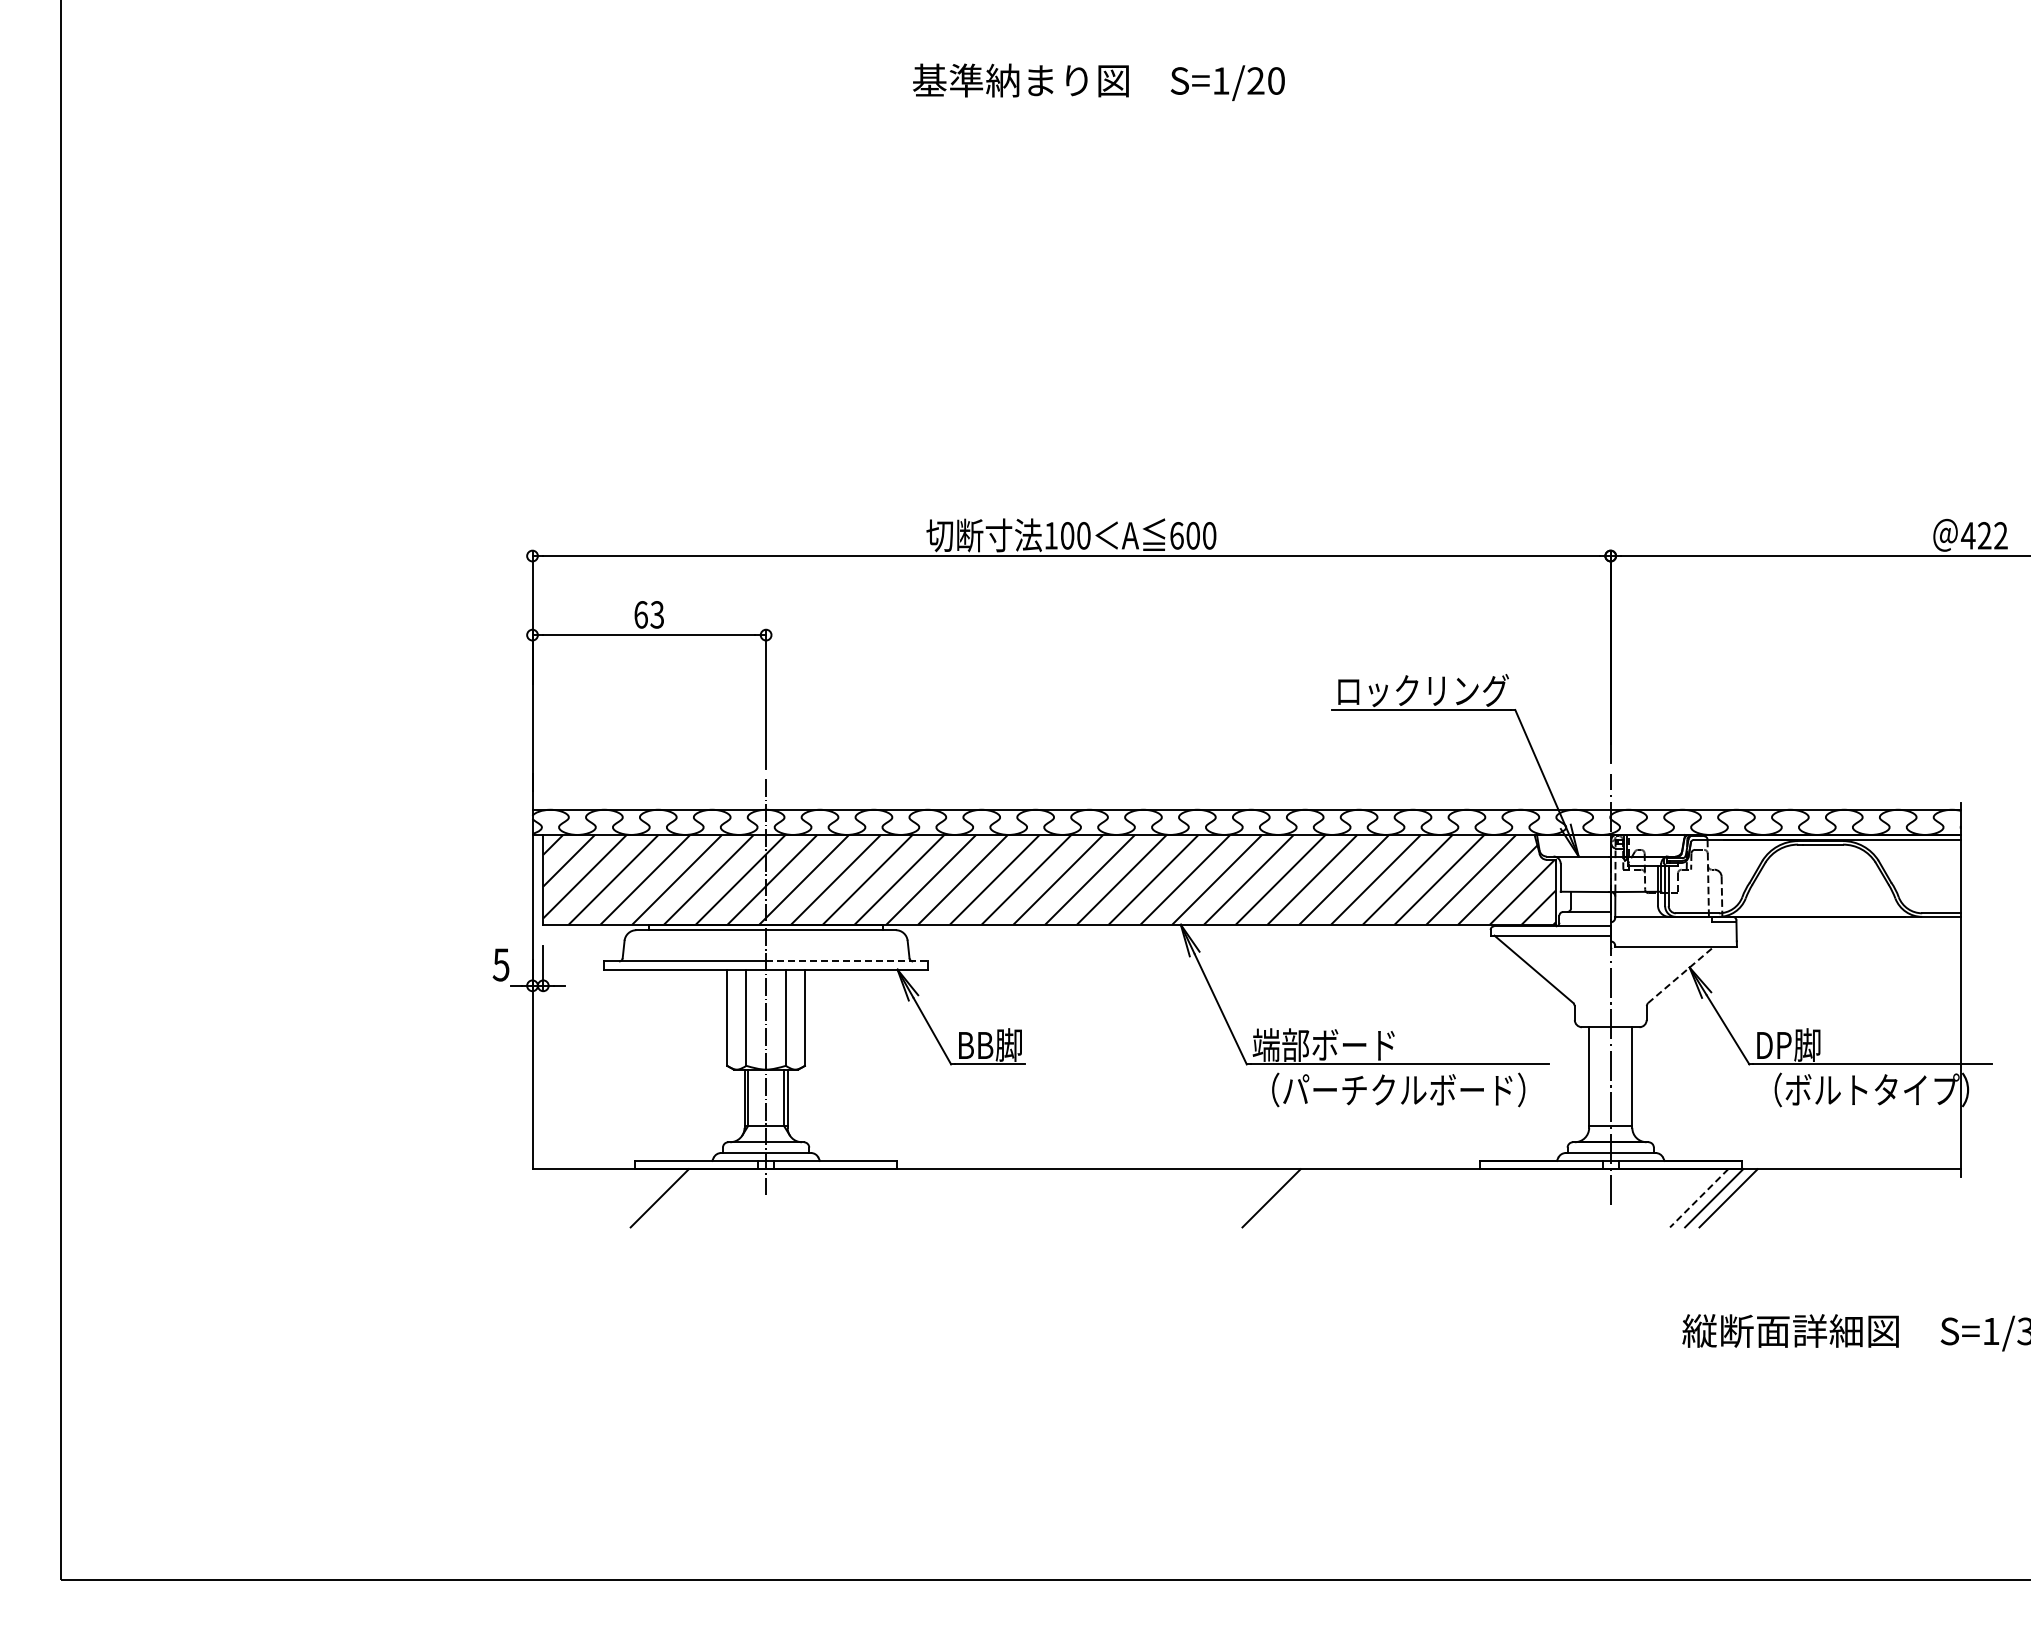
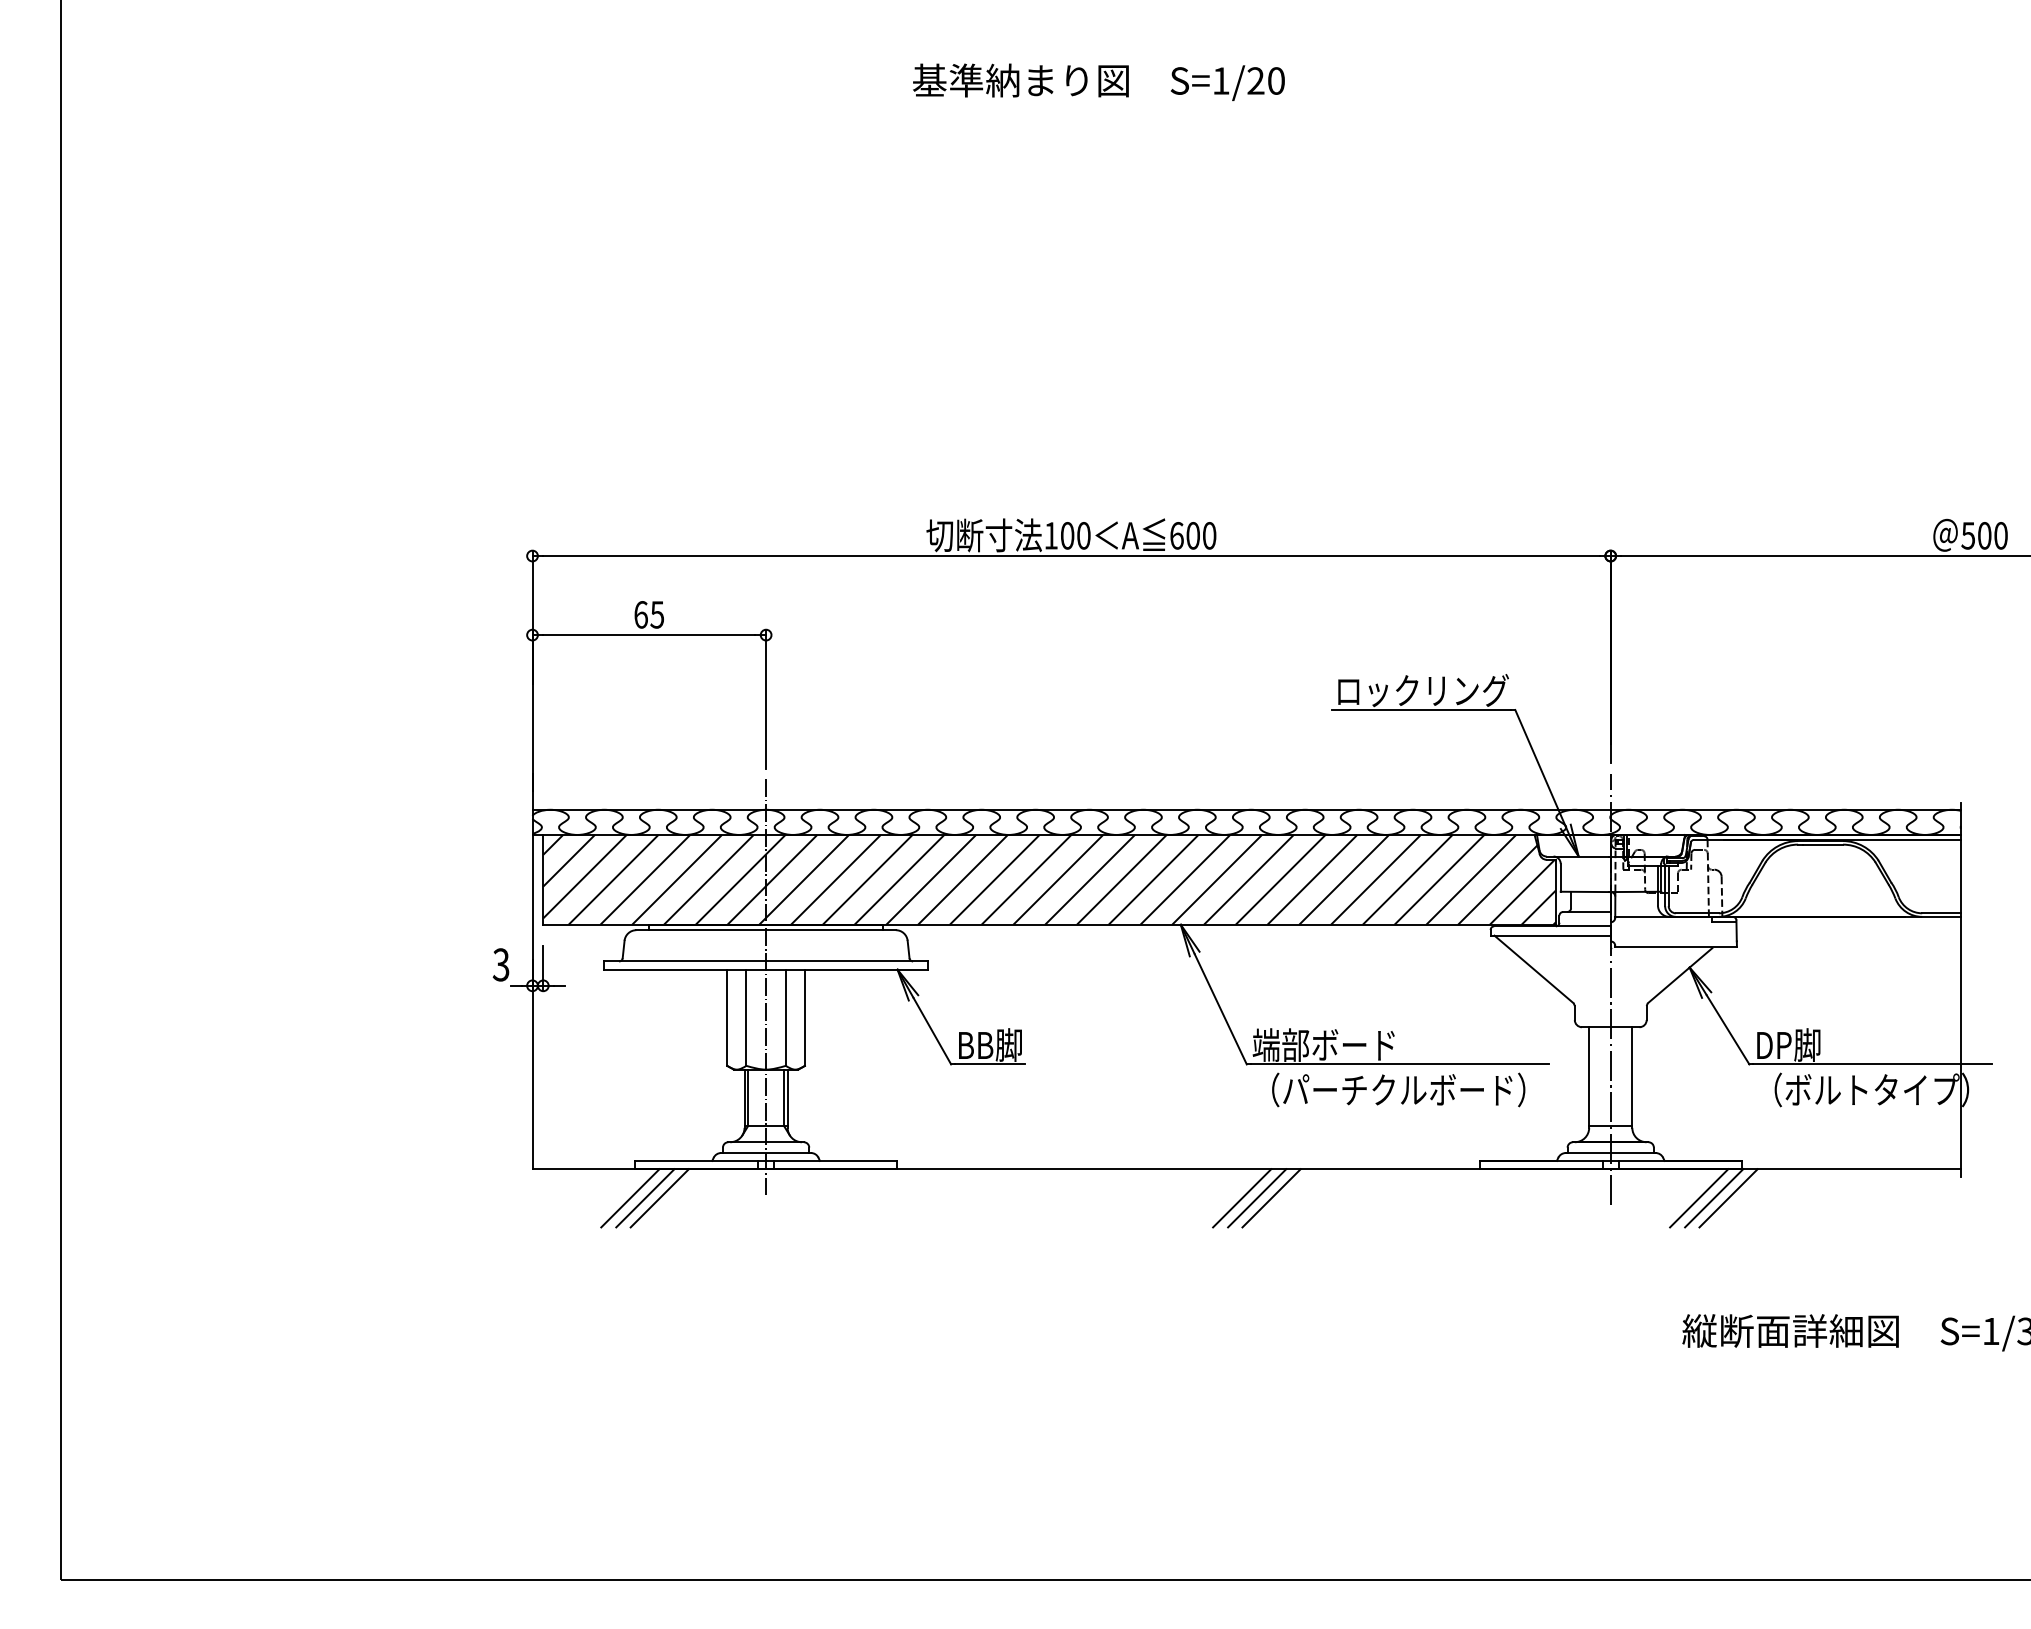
text at (1983, 535): 422 -> 500
text at (656, 614): 63 -> 65
line at (846, 961): dashed -> solid
text at (501, 964): 5 -> 3
line at (1680, 975): dashed -> solid
line at (630, 1198): none -> present
line at (645, 1198): none -> present
line at (1242, 1198): none -> present
line at (1257, 1198): none -> present
line at (1698, 1198): dashed -> solid
